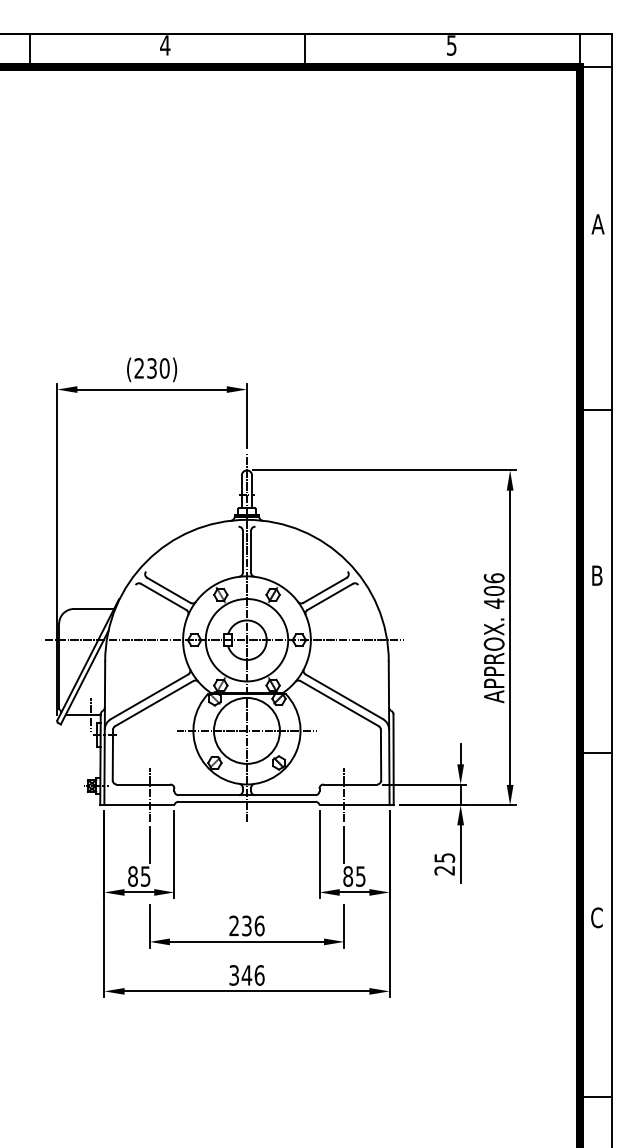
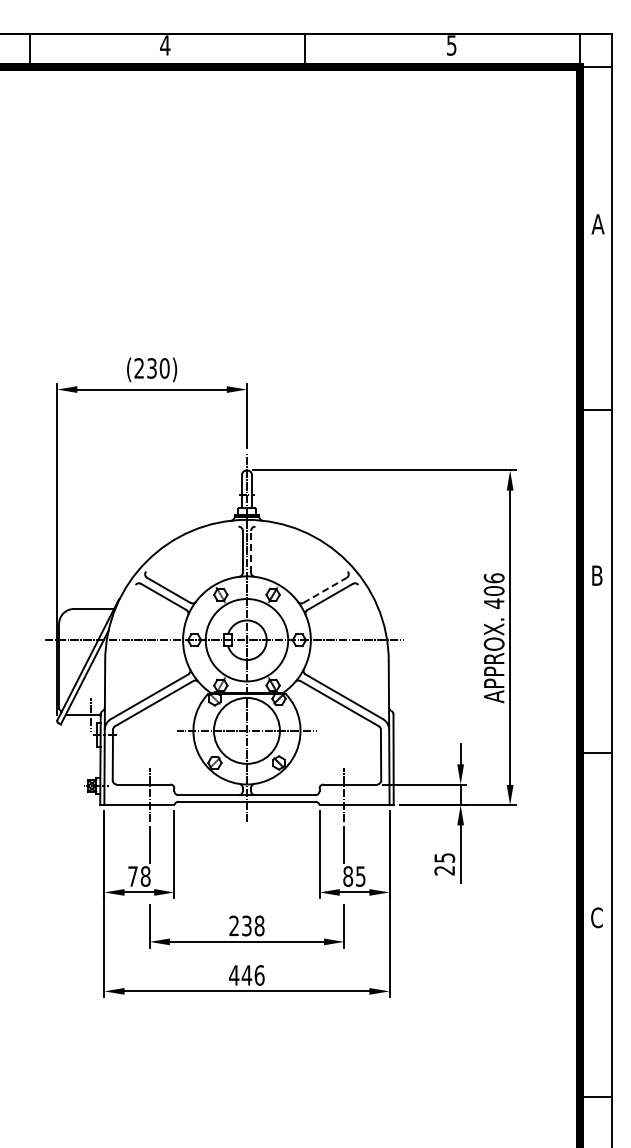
line at (251, 551): solid -> dashed
line at (325, 590): solid -> dashed
text at (139, 876): 85 -> 78
text at (259, 925): 236 -> 238
text at (234, 975): 346 -> 446
